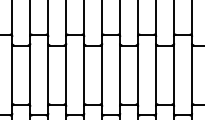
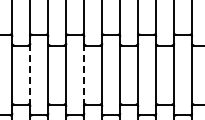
line at (30, 75): solid -> dashed
line at (84, 75): solid -> dashed
